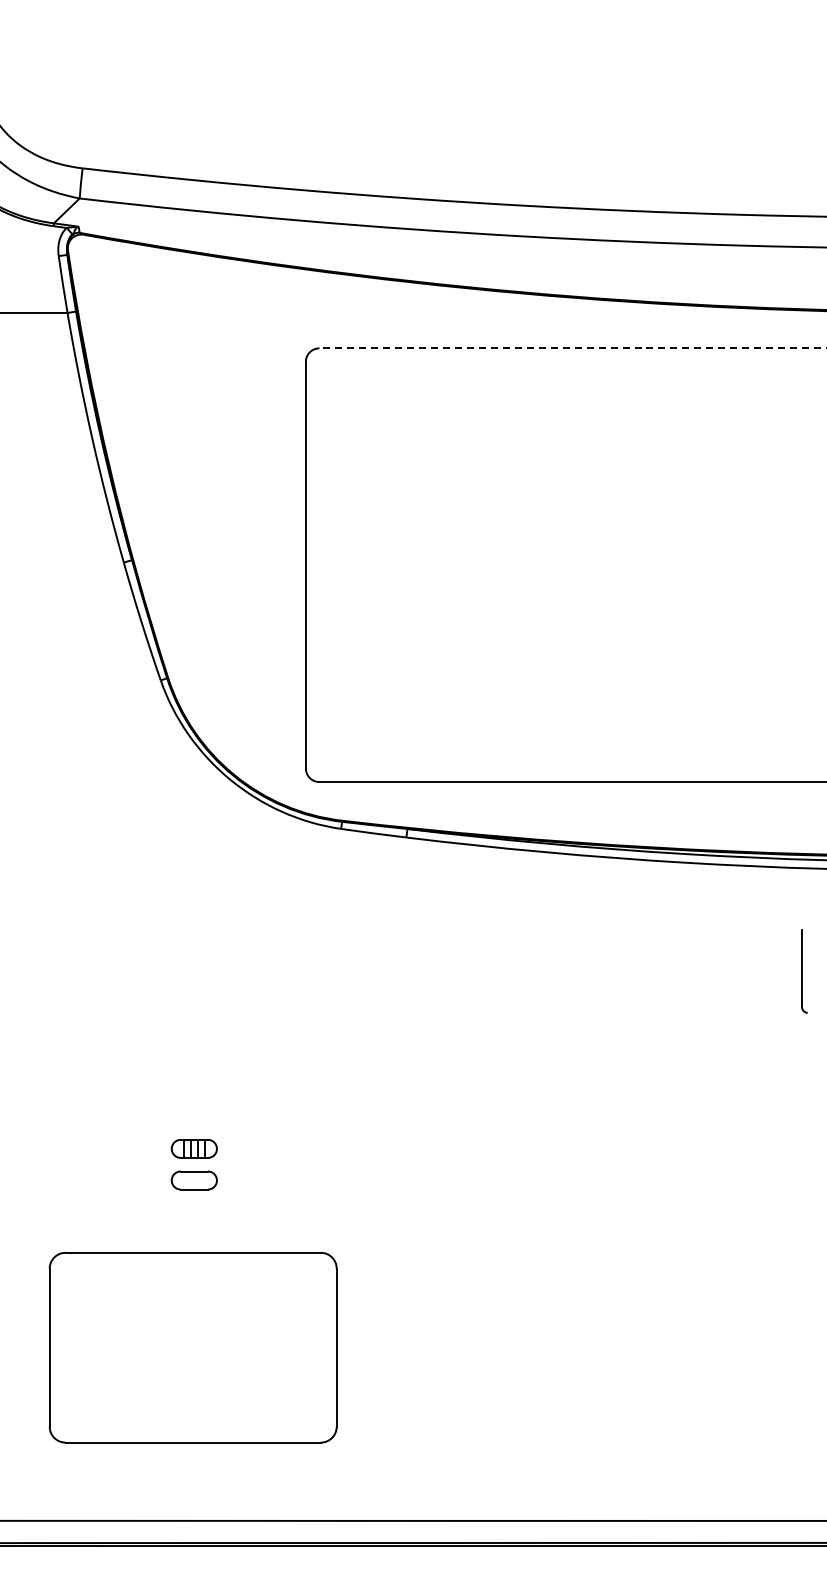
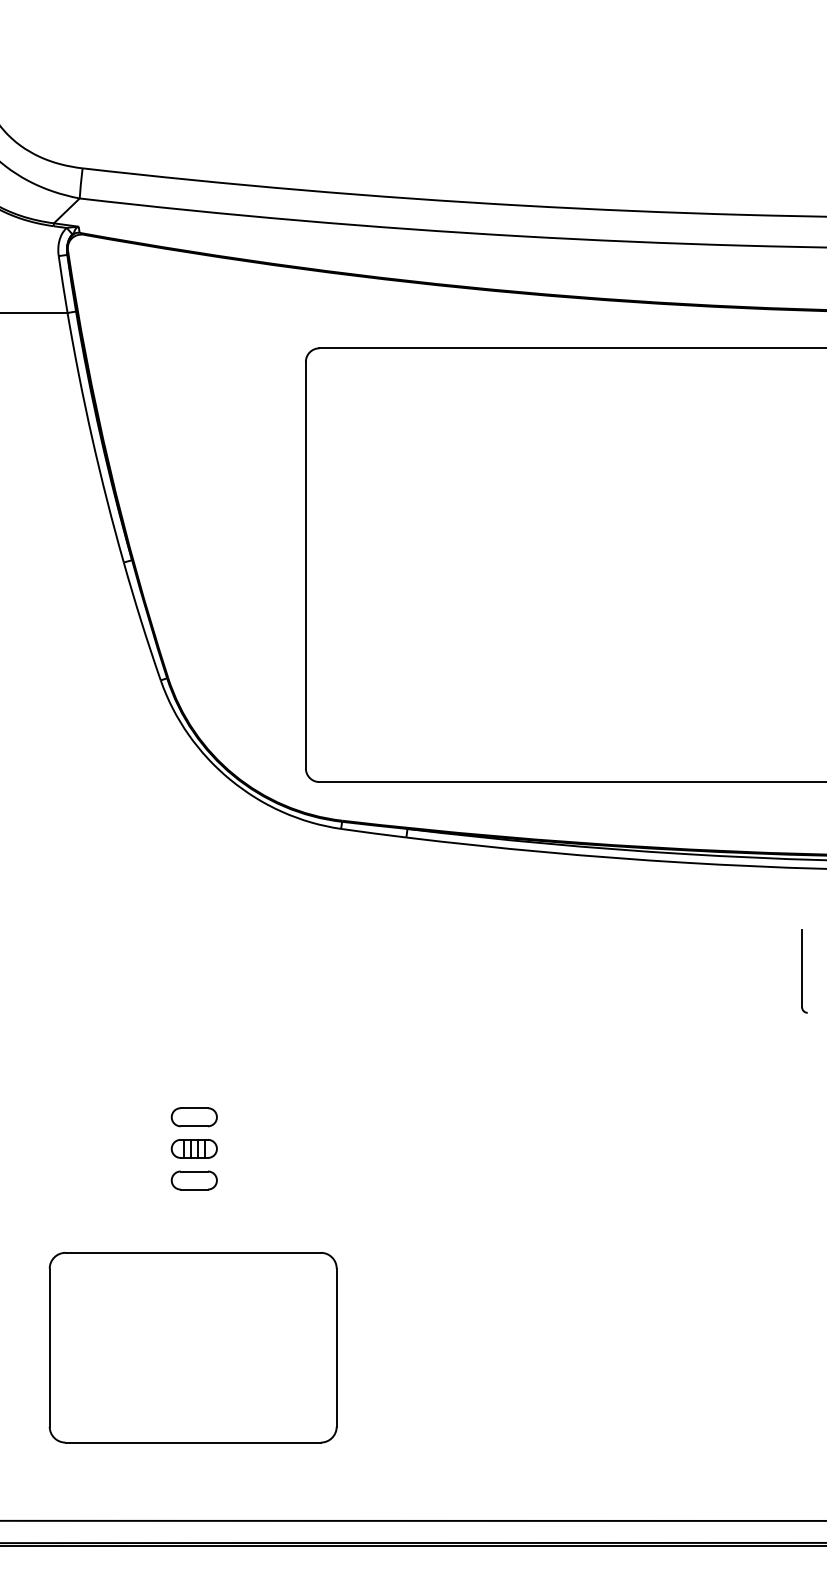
line at (572, 348): dashed -> solid
part at (193, 1117): none -> present
